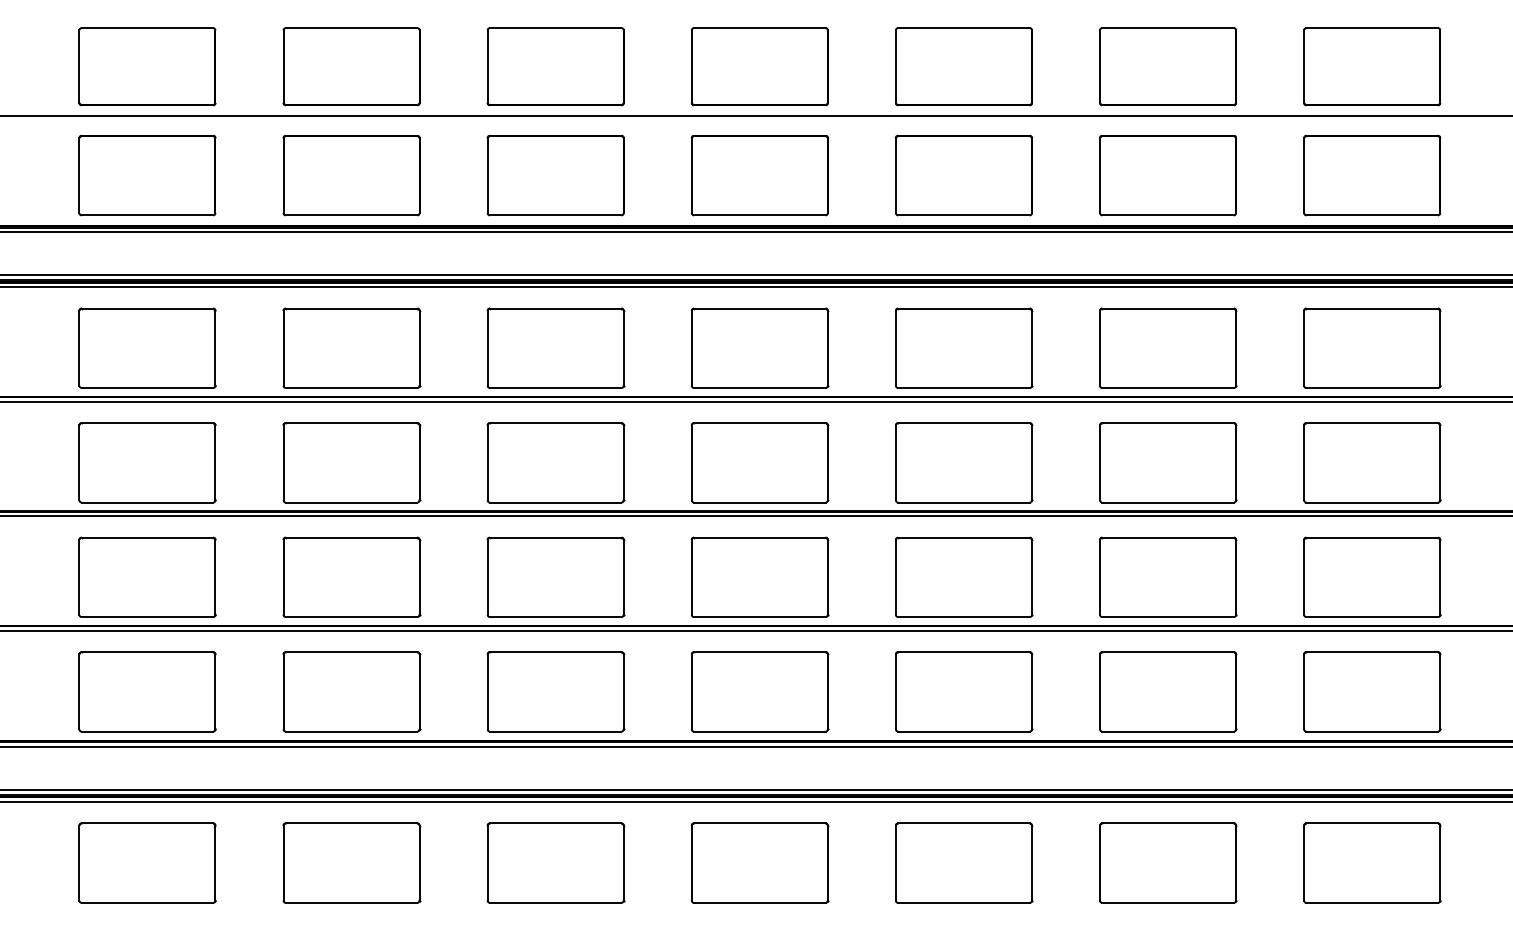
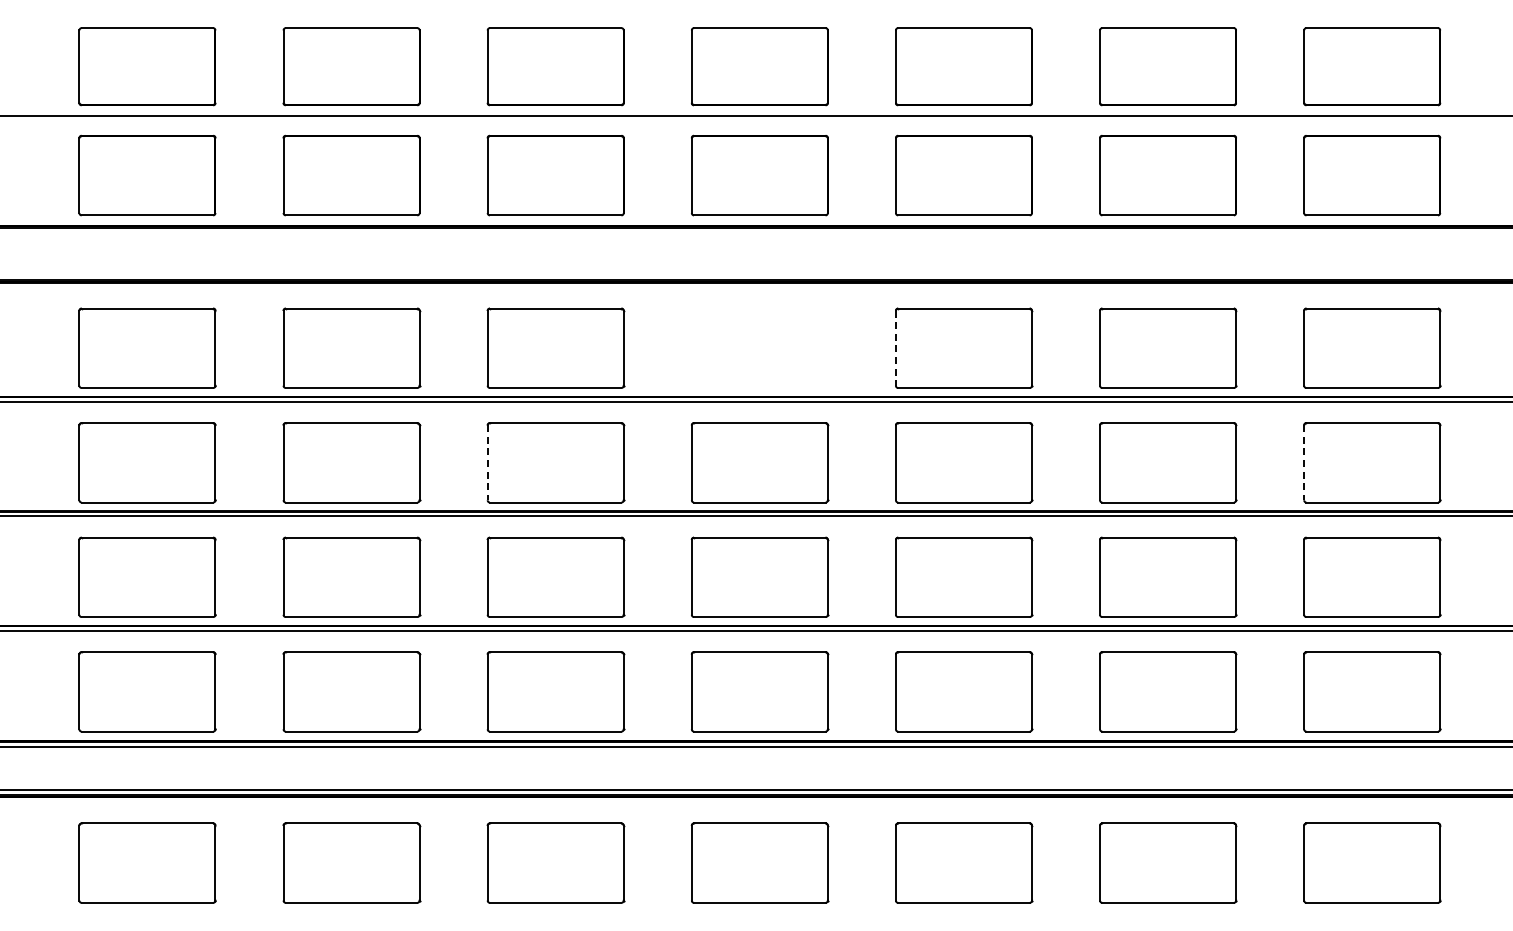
line at (755, 231): present -> none
line at (755, 275): present -> none
line at (755, 287): present -> none
part at (759, 347): present -> none
line at (895, 348): solid -> dashed
line at (487, 463): solid -> dashed
line at (1304, 463): solid -> dashed
line at (755, 802): present -> none
